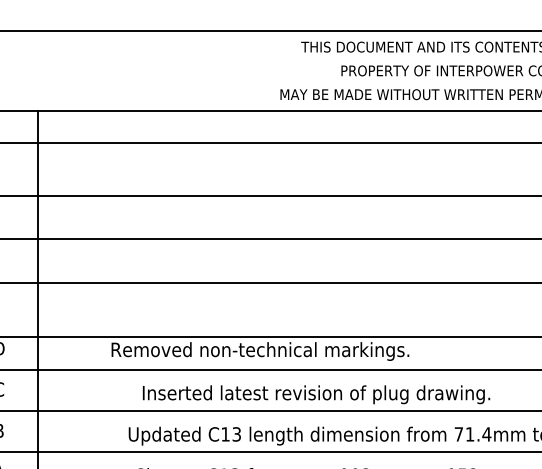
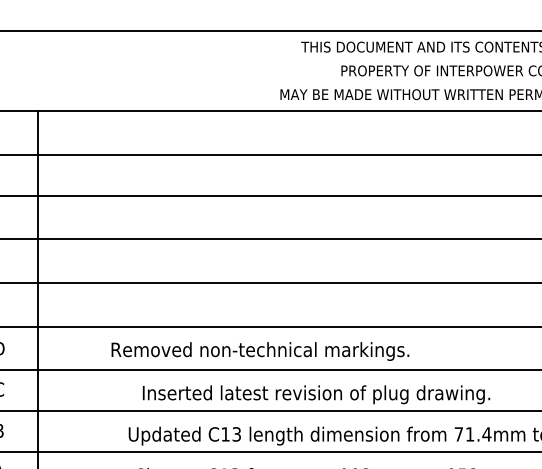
line at (270, 142) position: (270, 142) -> (270, 154)
line at (270, 336) position: (270, 336) -> (270, 326)
